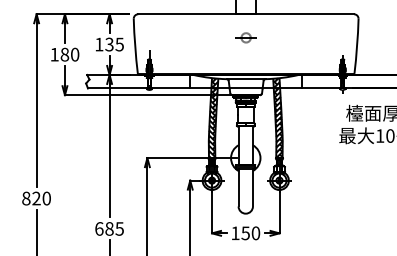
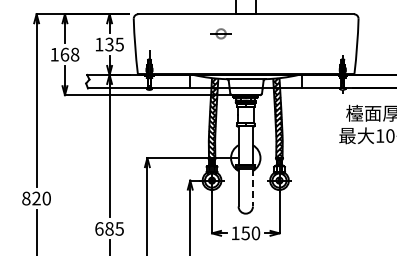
part at (245, 37) position: (245, 37) -> (220, 33)
text at (69, 54): 180 -> 168
line at (252, 187): solid -> dashed
